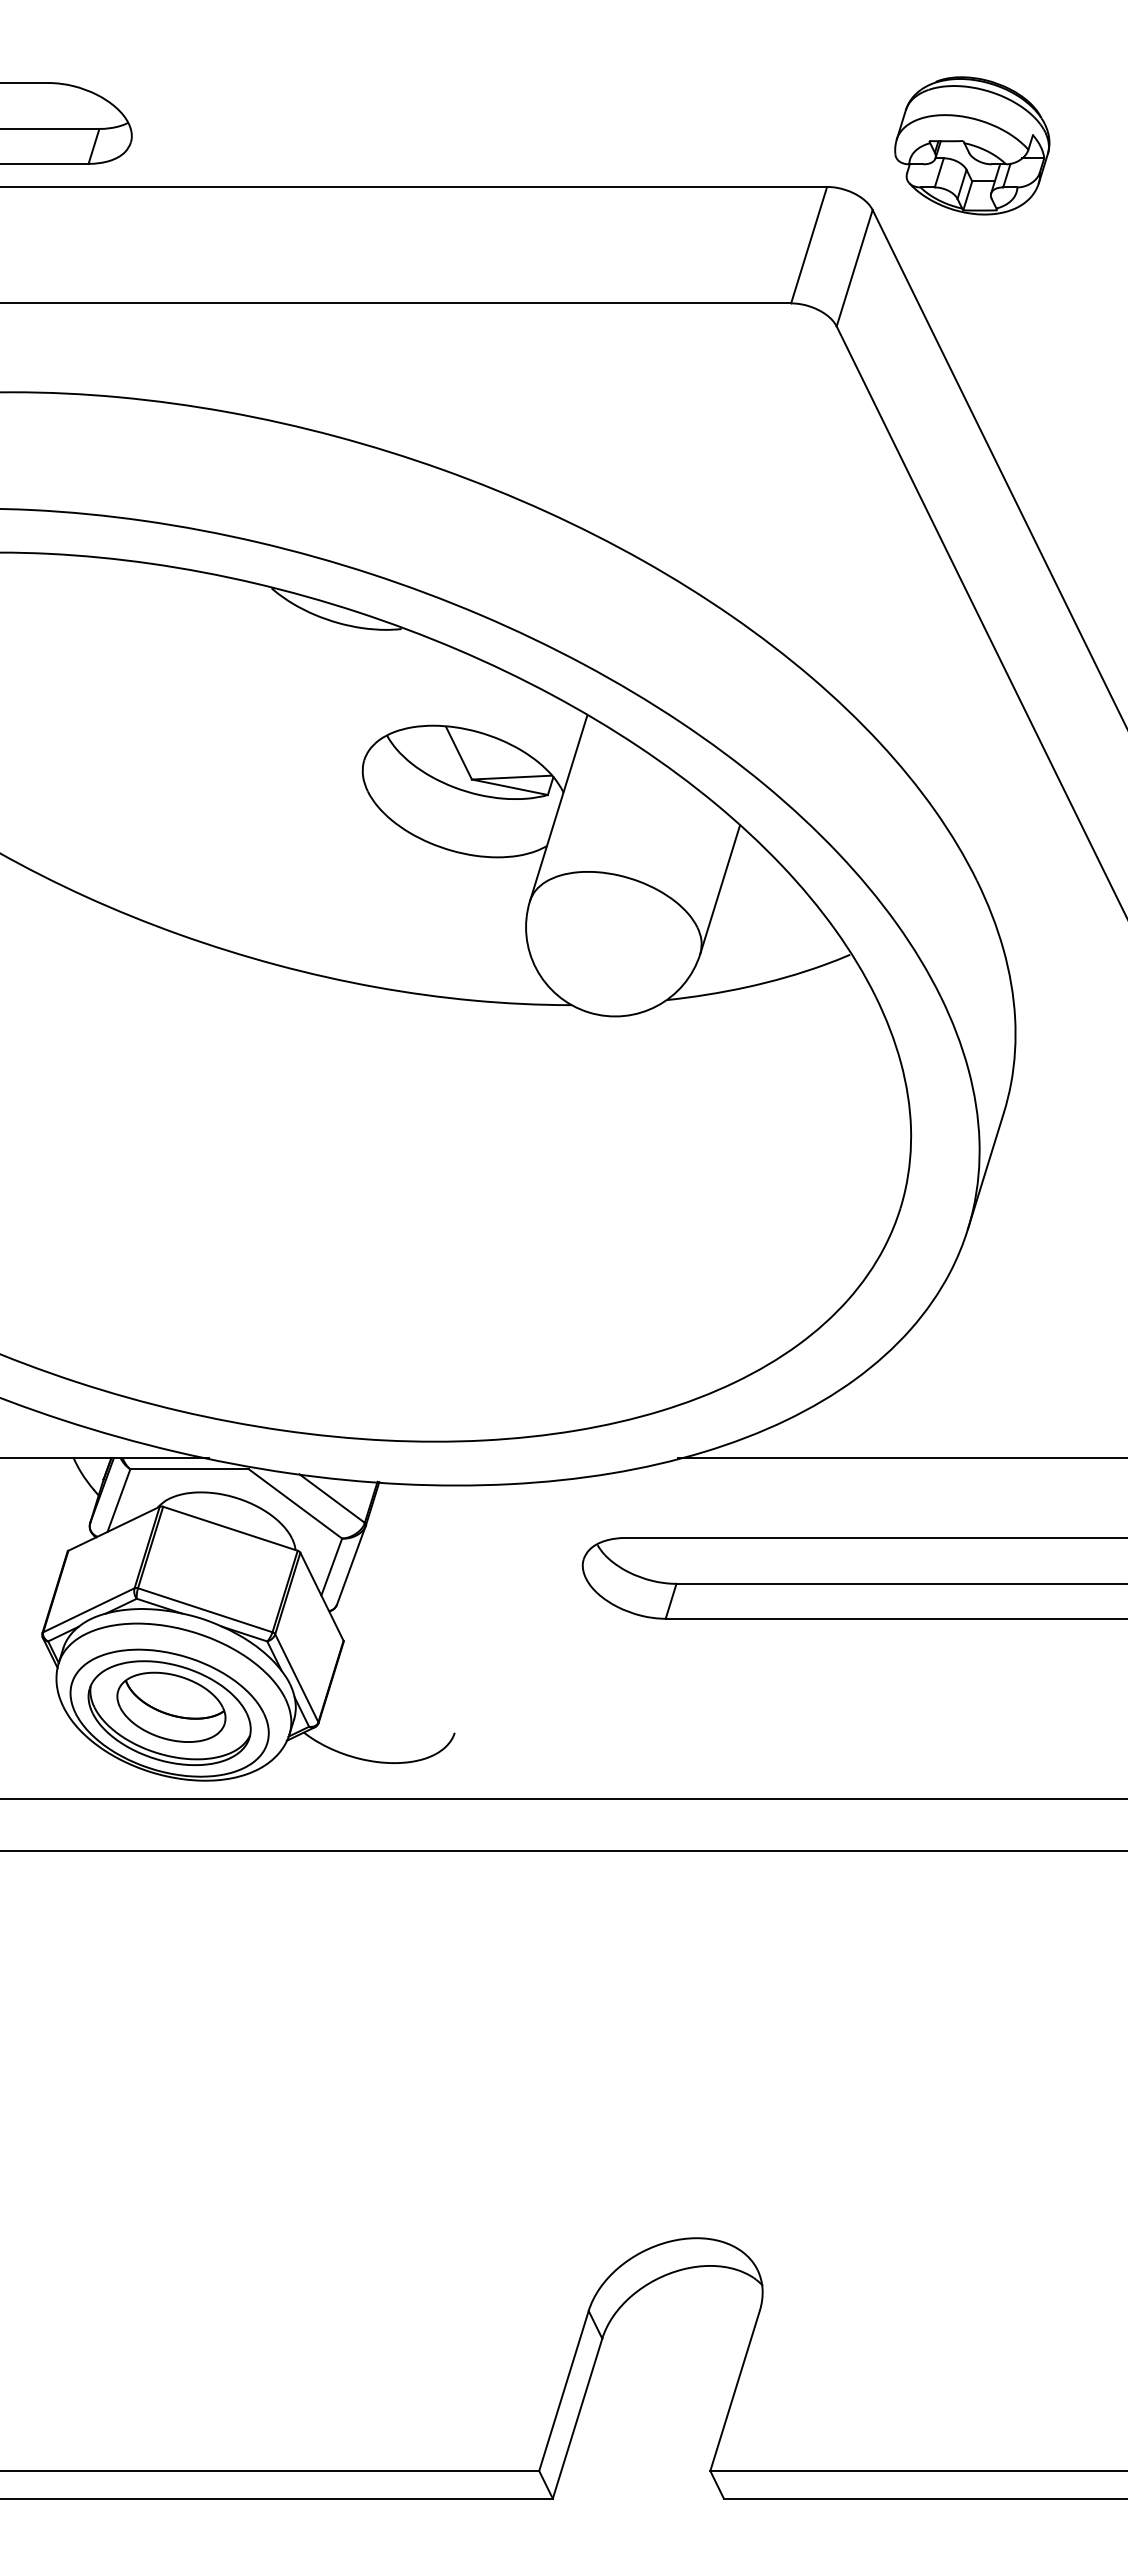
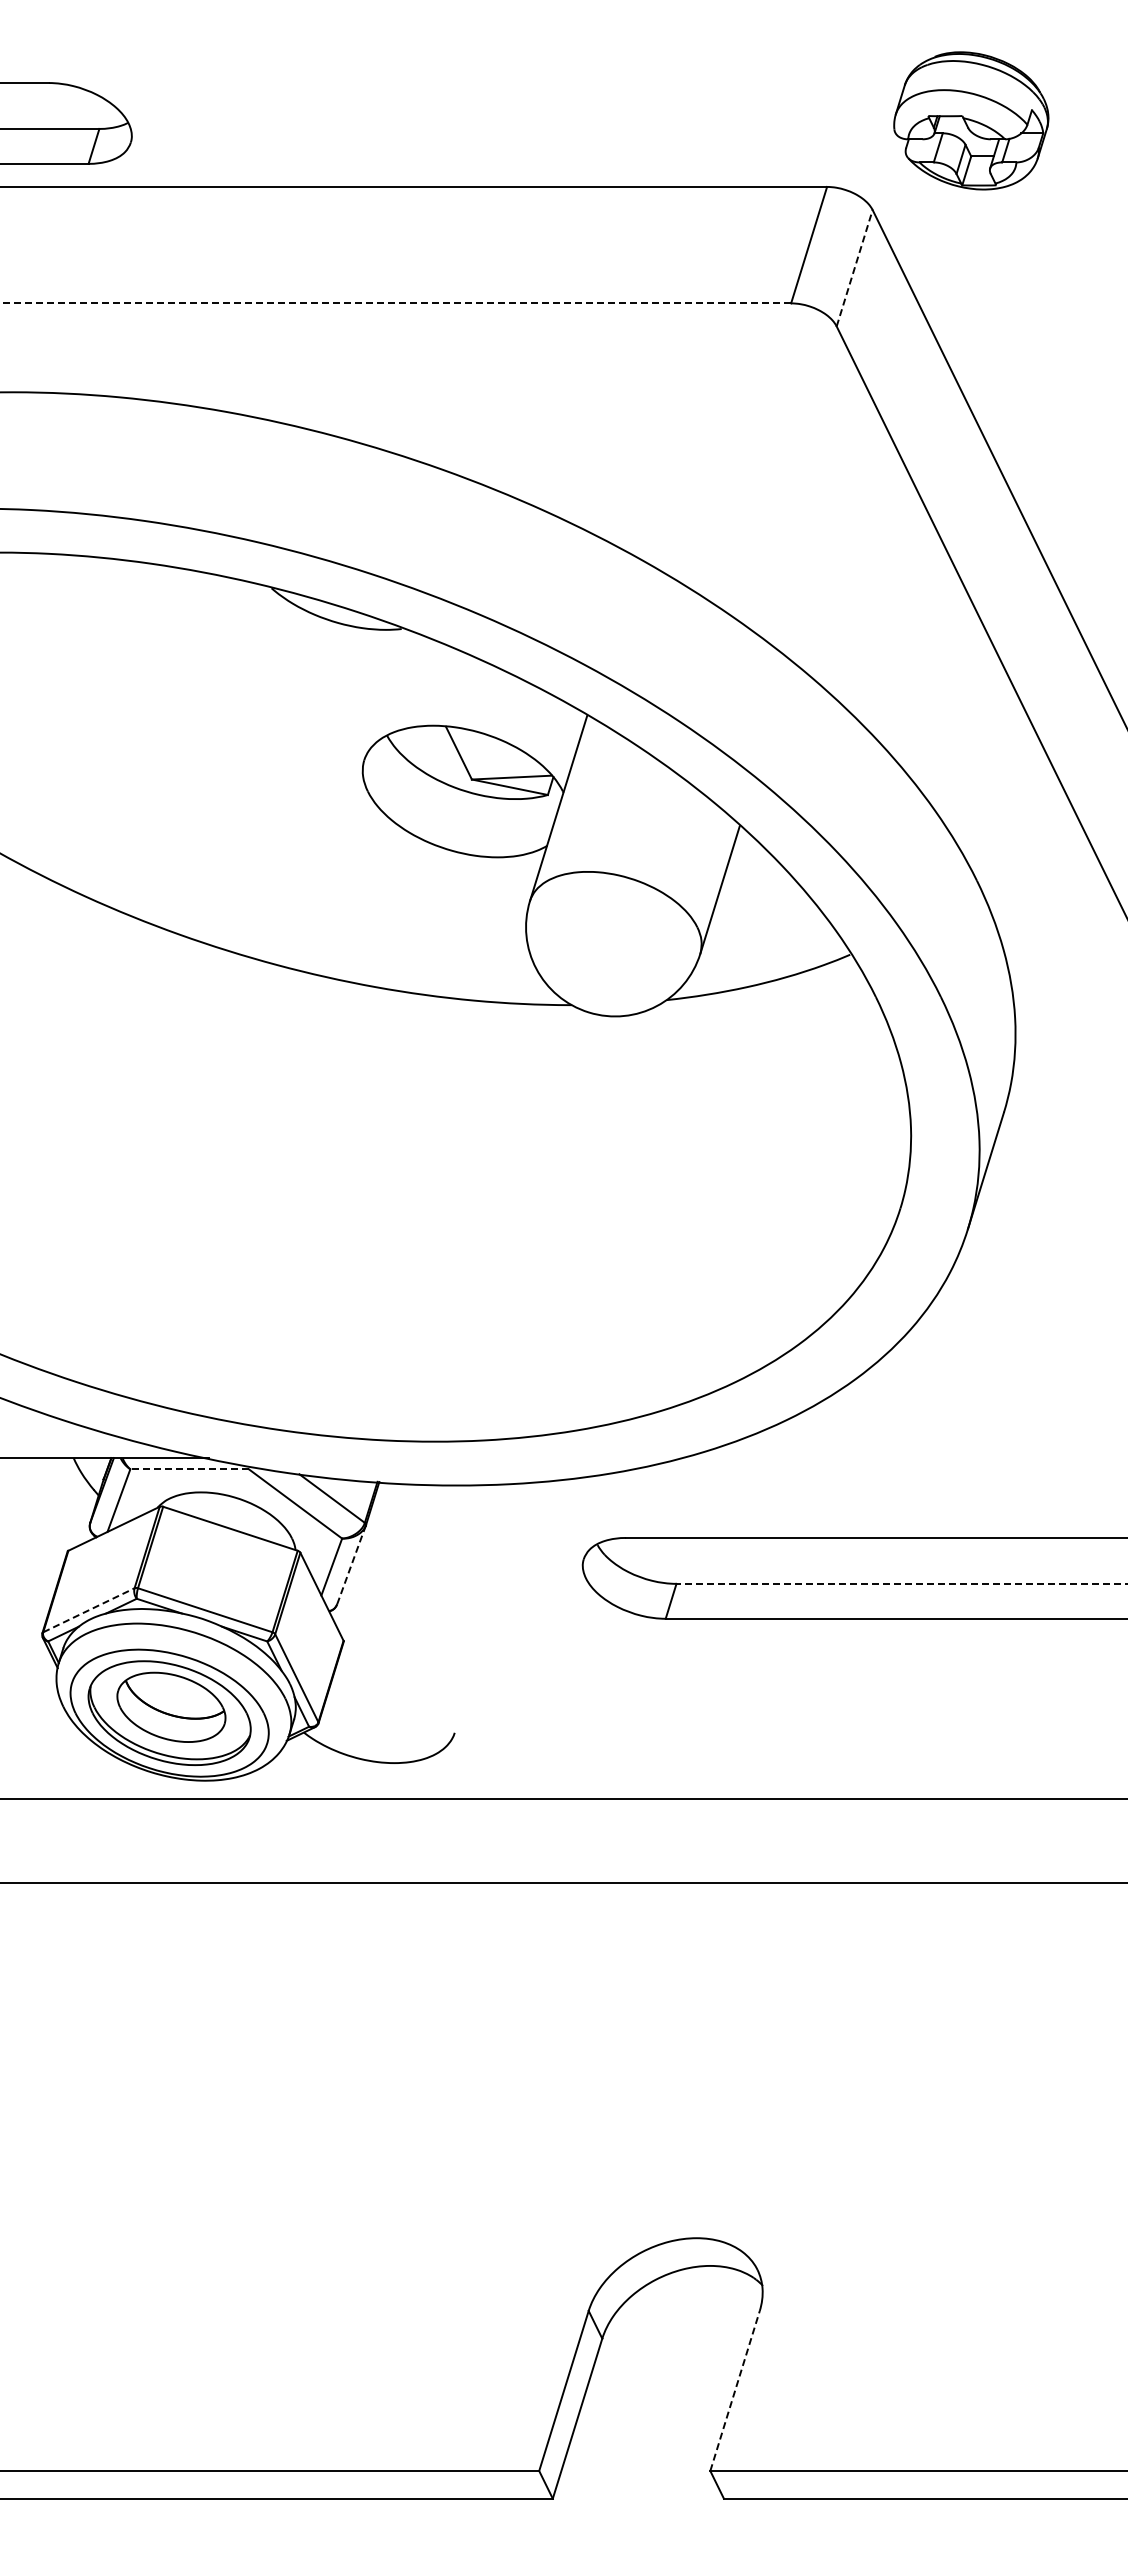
part at (972, 145) position: (972, 145) -> (971, 120)
line at (854, 268): solid -> dashed
line at (395, 303): solid -> dashed
line at (900, 1458): present -> none
line at (189, 1469): solid -> dashed
line at (351, 1565): solid -> dashed
line at (901, 1583): solid -> dashed
line at (88, 1610): solid -> dashed
line at (563, 1851) position: (563, 1851) -> (563, 1883)
line at (735, 2390): solid -> dashed
